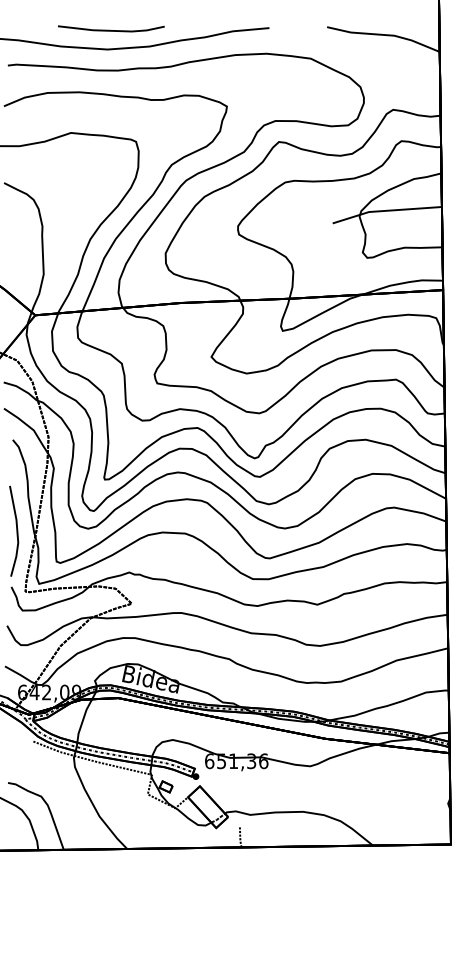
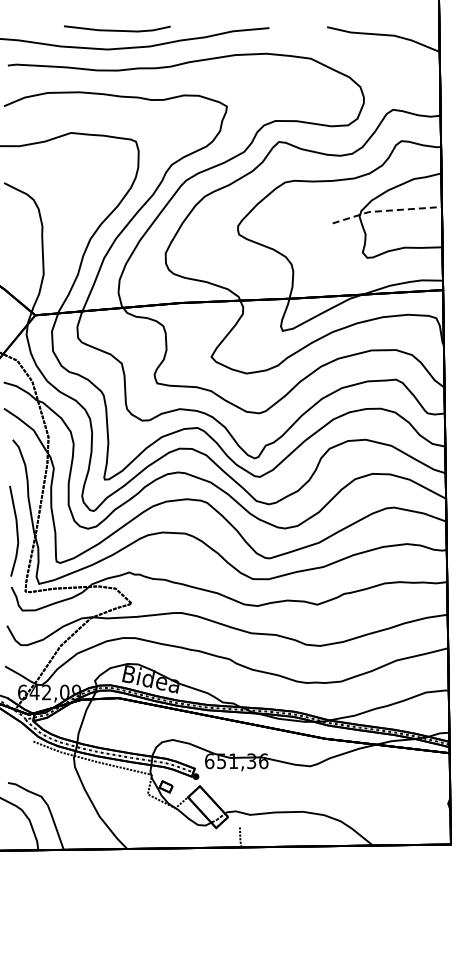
line at (110, 29) position: (110, 29) -> (116, 29)
line at (385, 210): solid -> dashed
